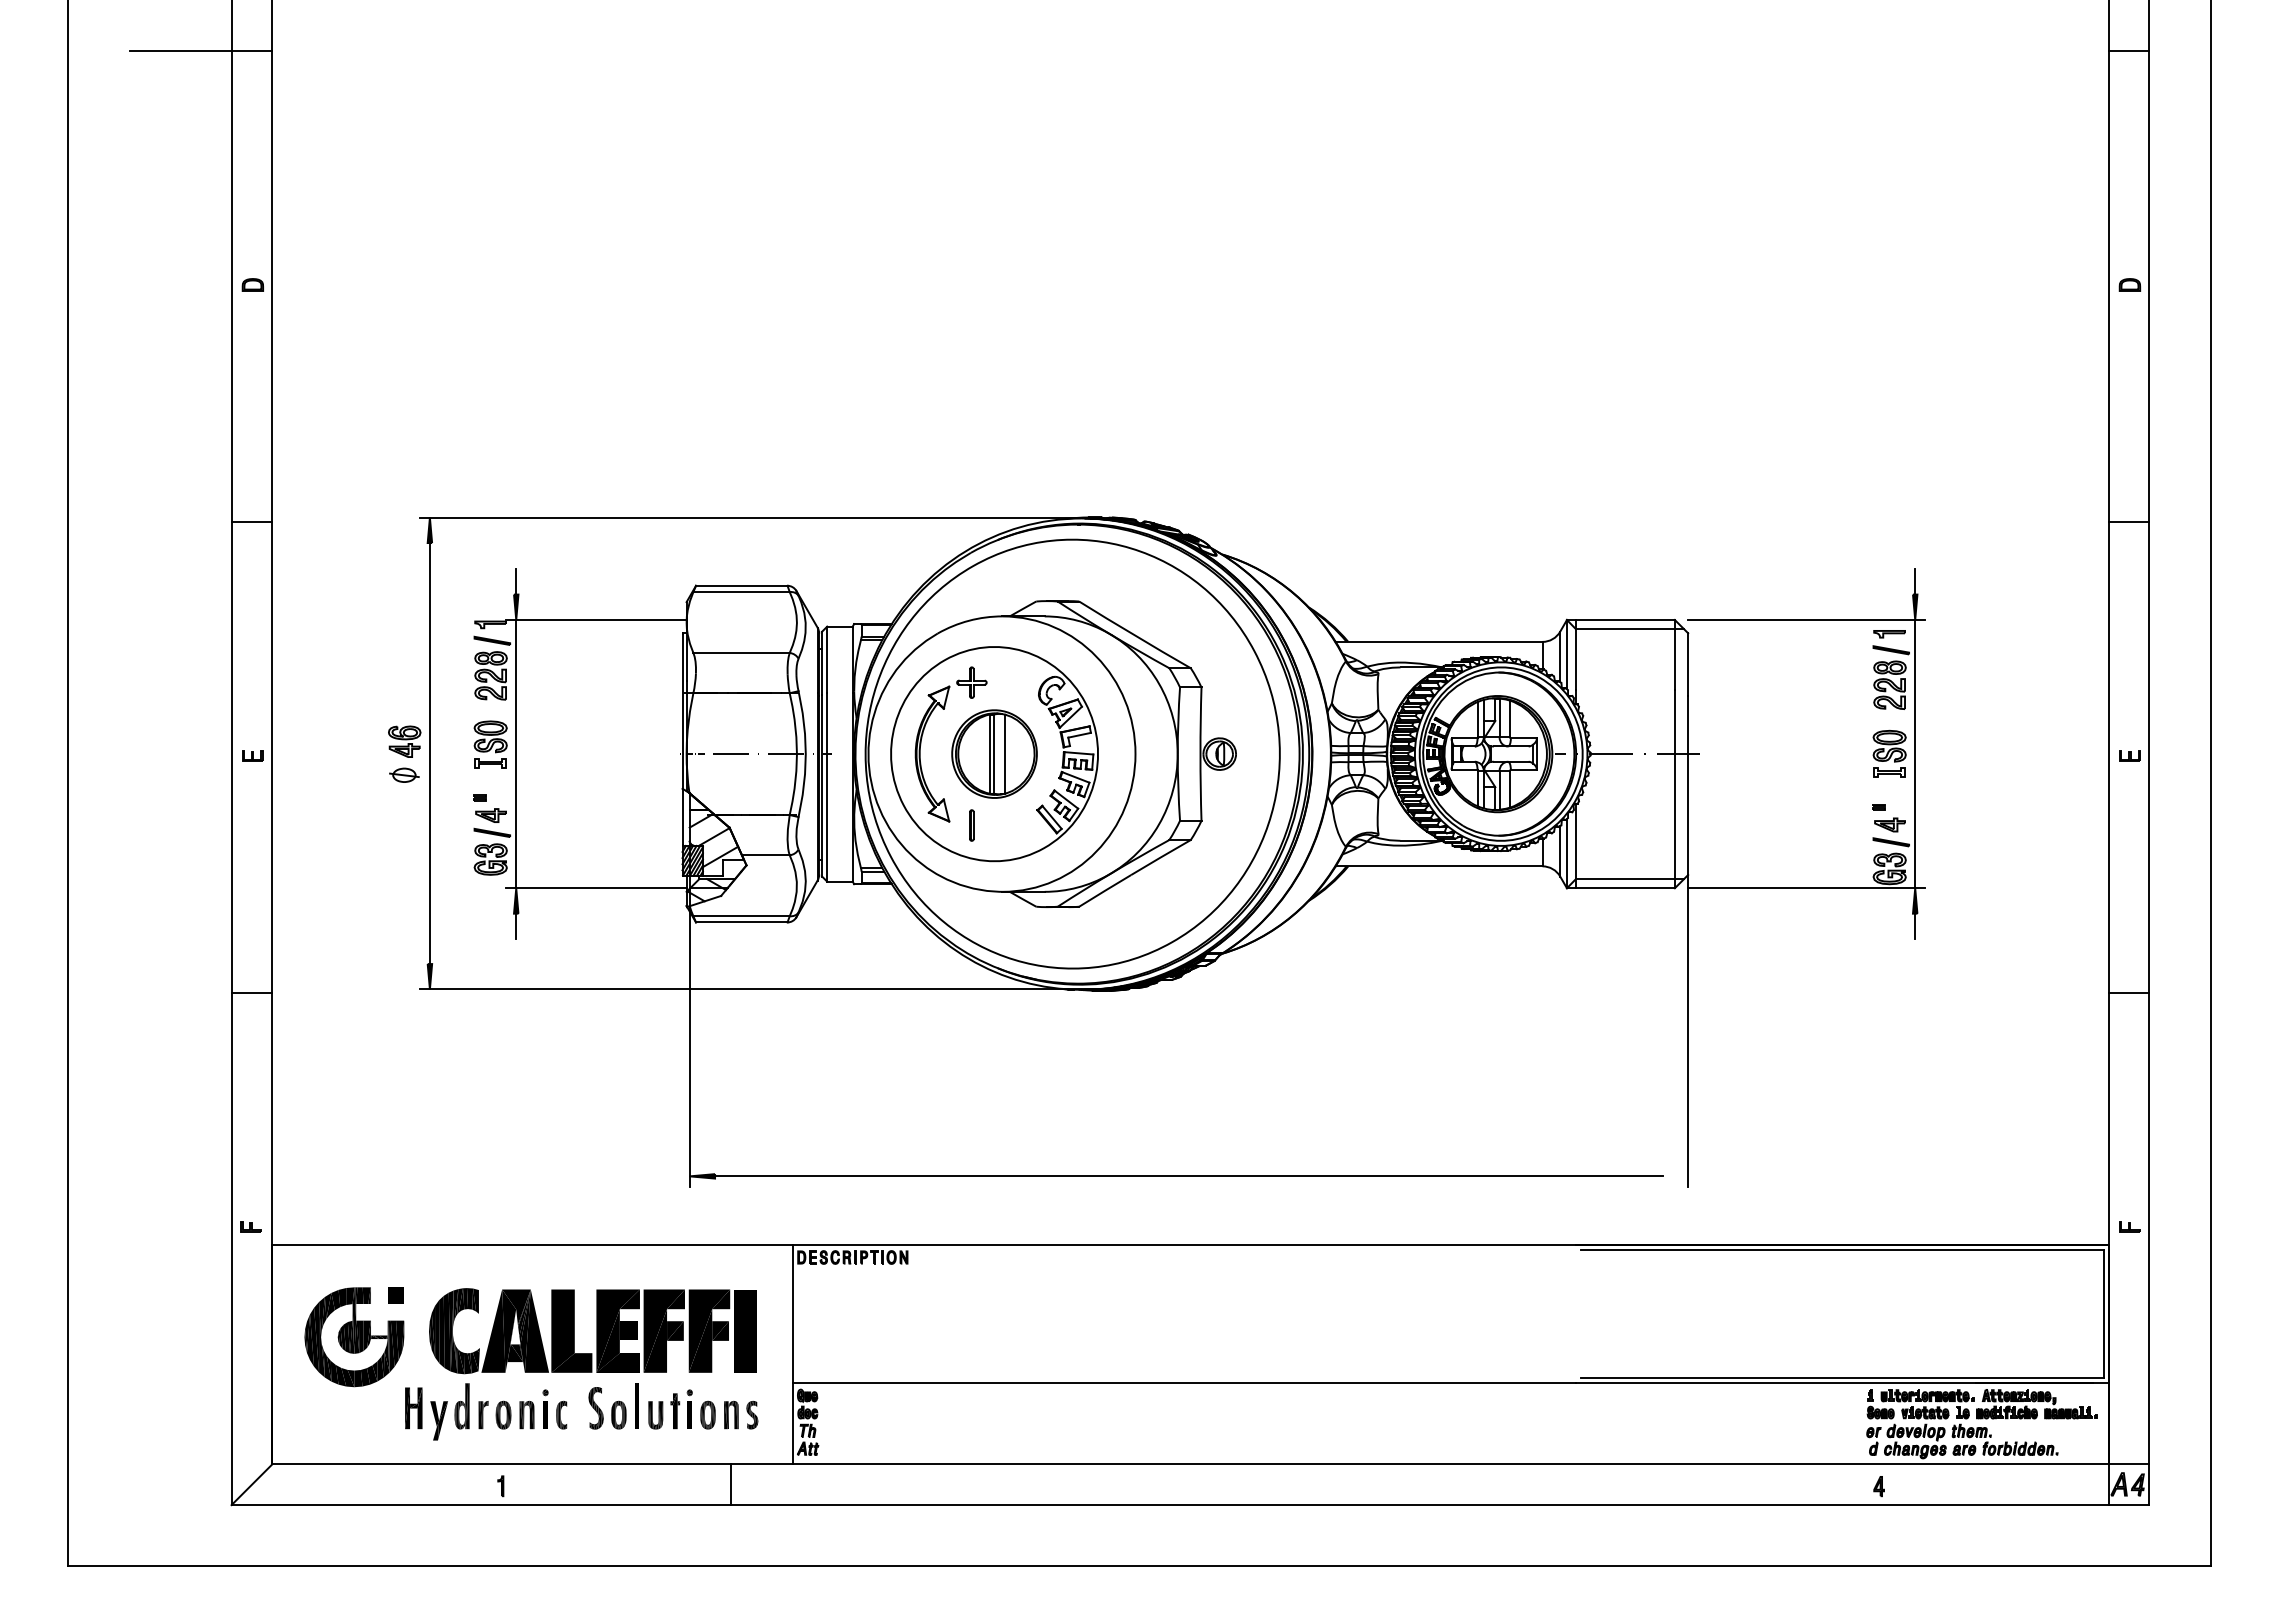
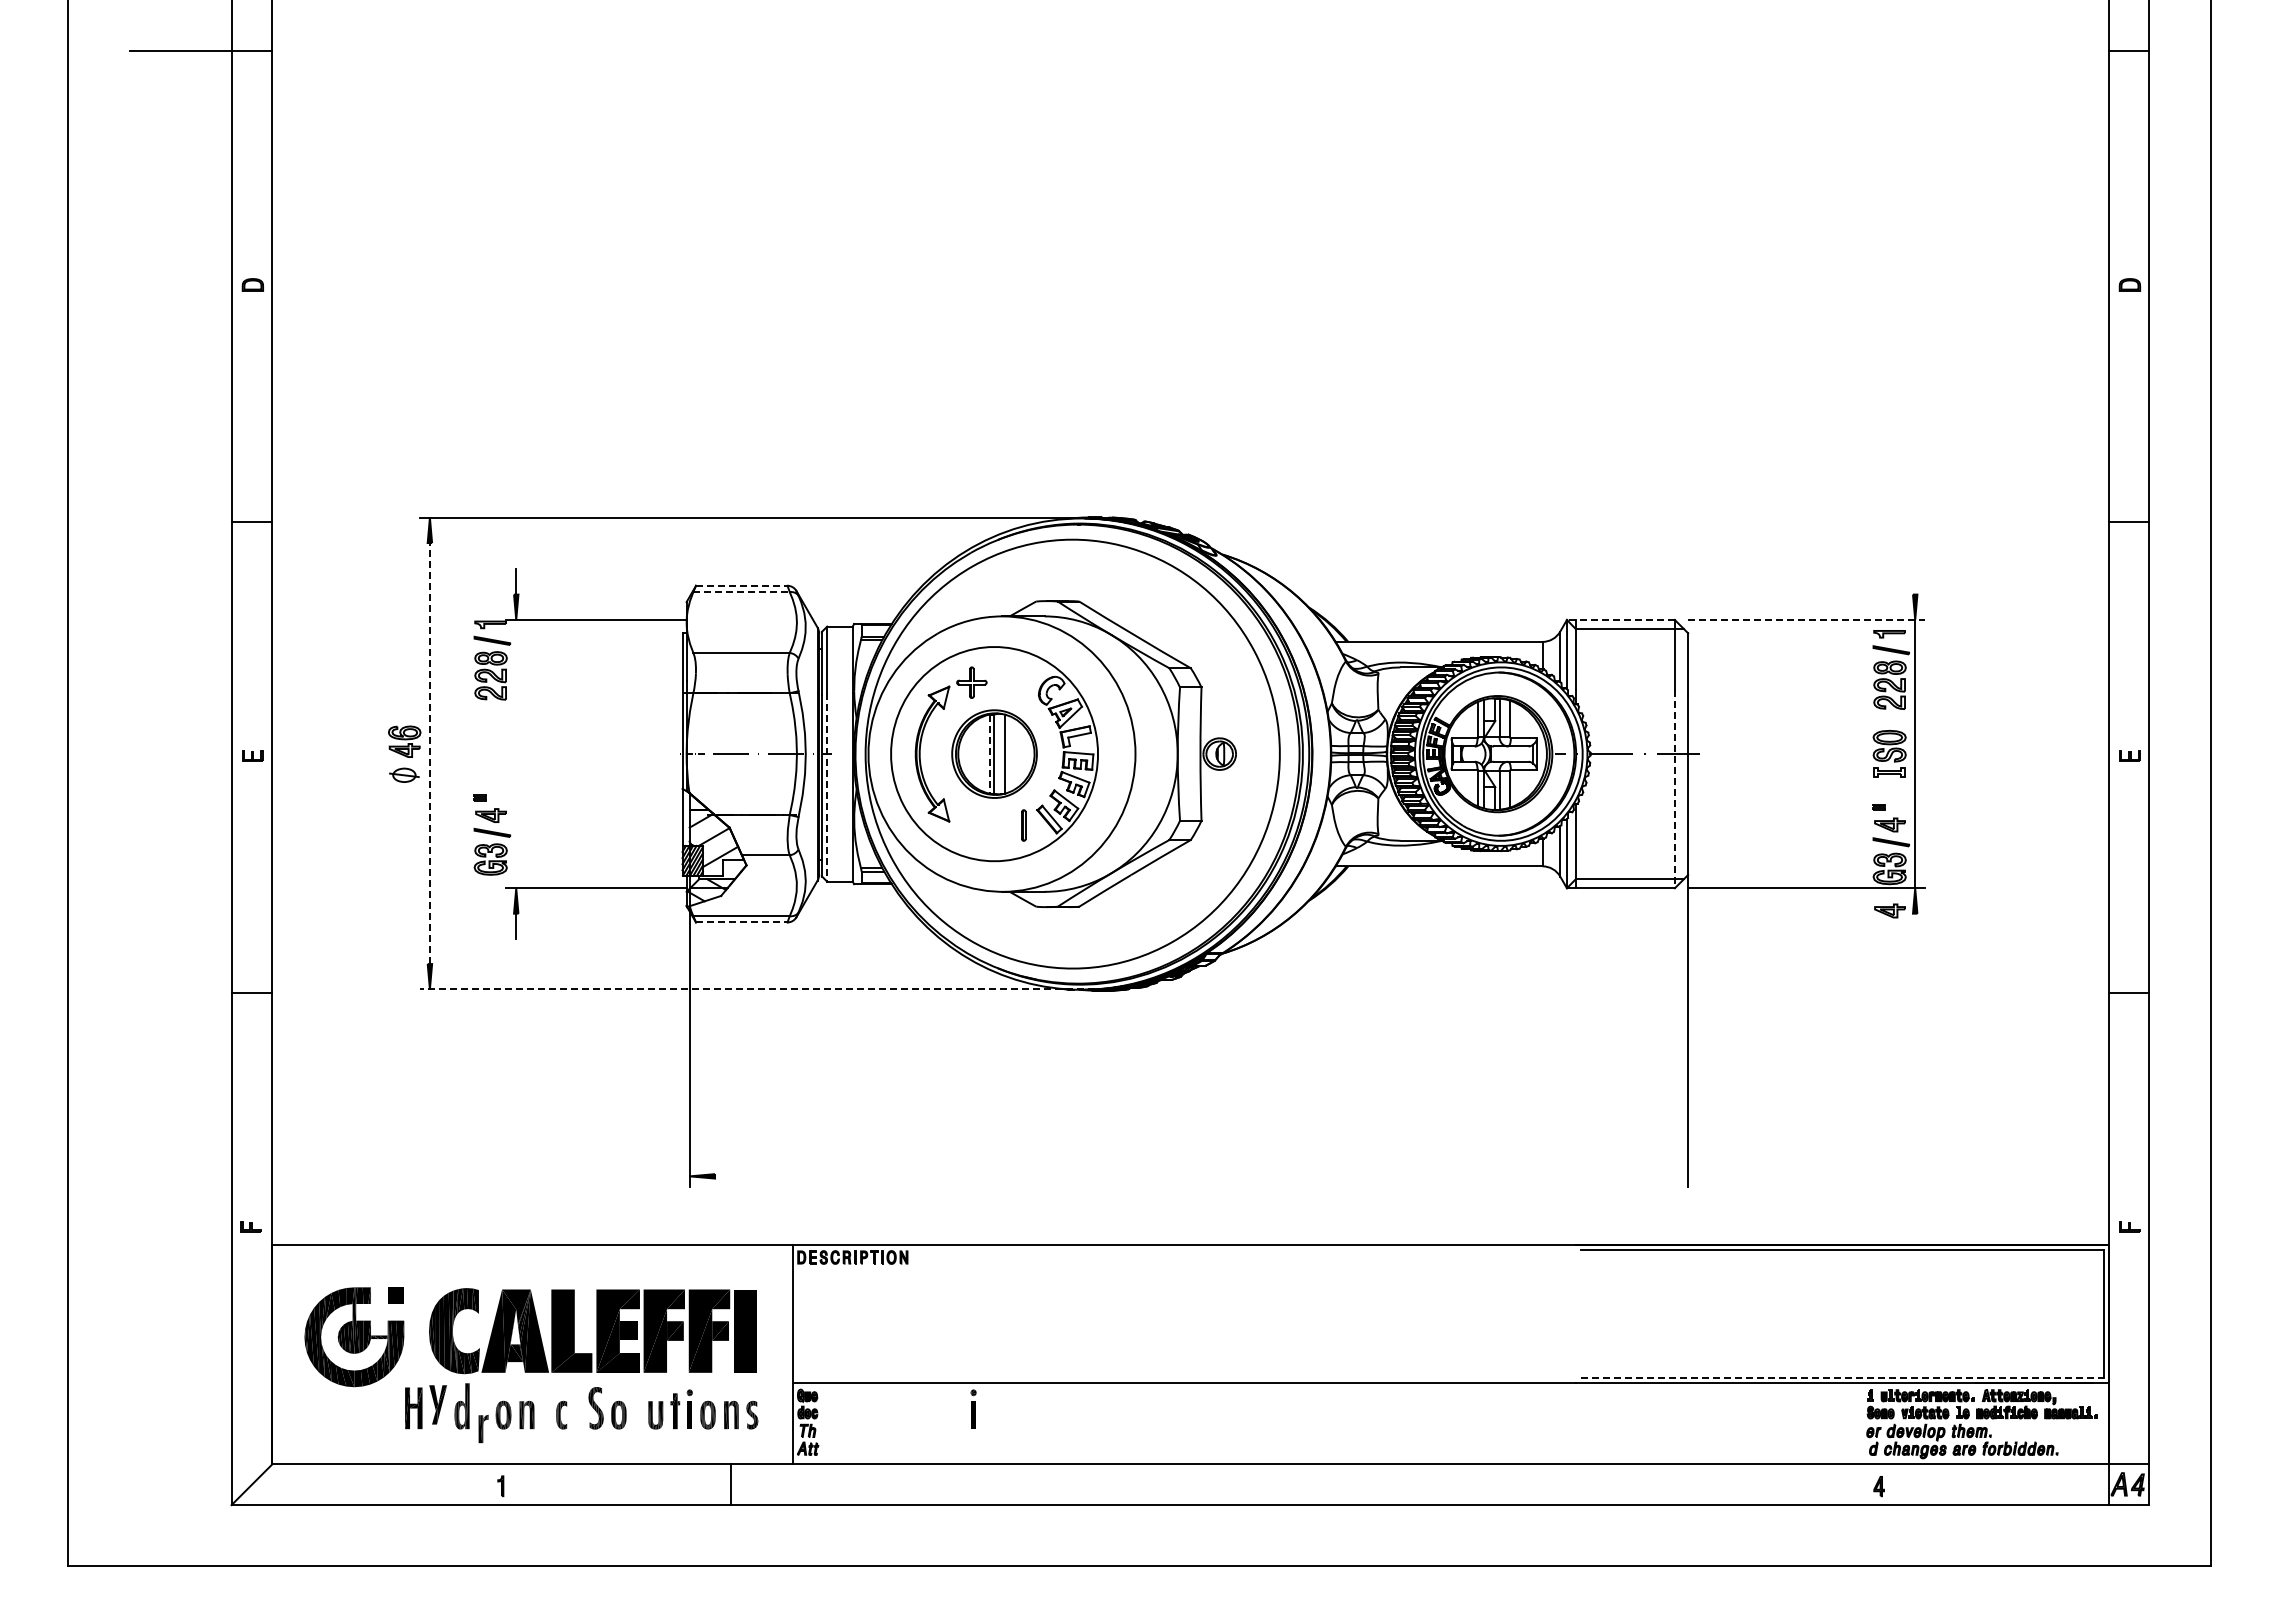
line at (1915, 581): present -> none
line at (741, 585): solid -> dashed
line at (742, 592): solid -> dashed
line at (1620, 619): solid -> dashed
line at (1806, 619): solid -> dashed
part at (490, 744): present -> none
line at (429, 753): solid -> dashed
line at (516, 753): present -> none
line at (989, 754): solid -> dashed
line at (827, 787): solid -> dashed
line at (1674, 789): solid -> dashed
part at (971, 825) position: (971, 825) -> (1023, 825)
part at (1889, 910): none -> present
line at (741, 922): solid -> dashed
line at (1915, 926): present -> none
line at (773, 989): solid -> dashed
line at (1188, 1176): present -> none
line at (1842, 1377): solid -> dashed
line at (636, 1405): present -> none
part at (545, 1408) position: (545, 1408) -> (973, 1408)
part at (483, 1415) position: (483, 1415) -> (483, 1429)
part at (438, 1420) position: (438, 1420) -> (437, 1404)
